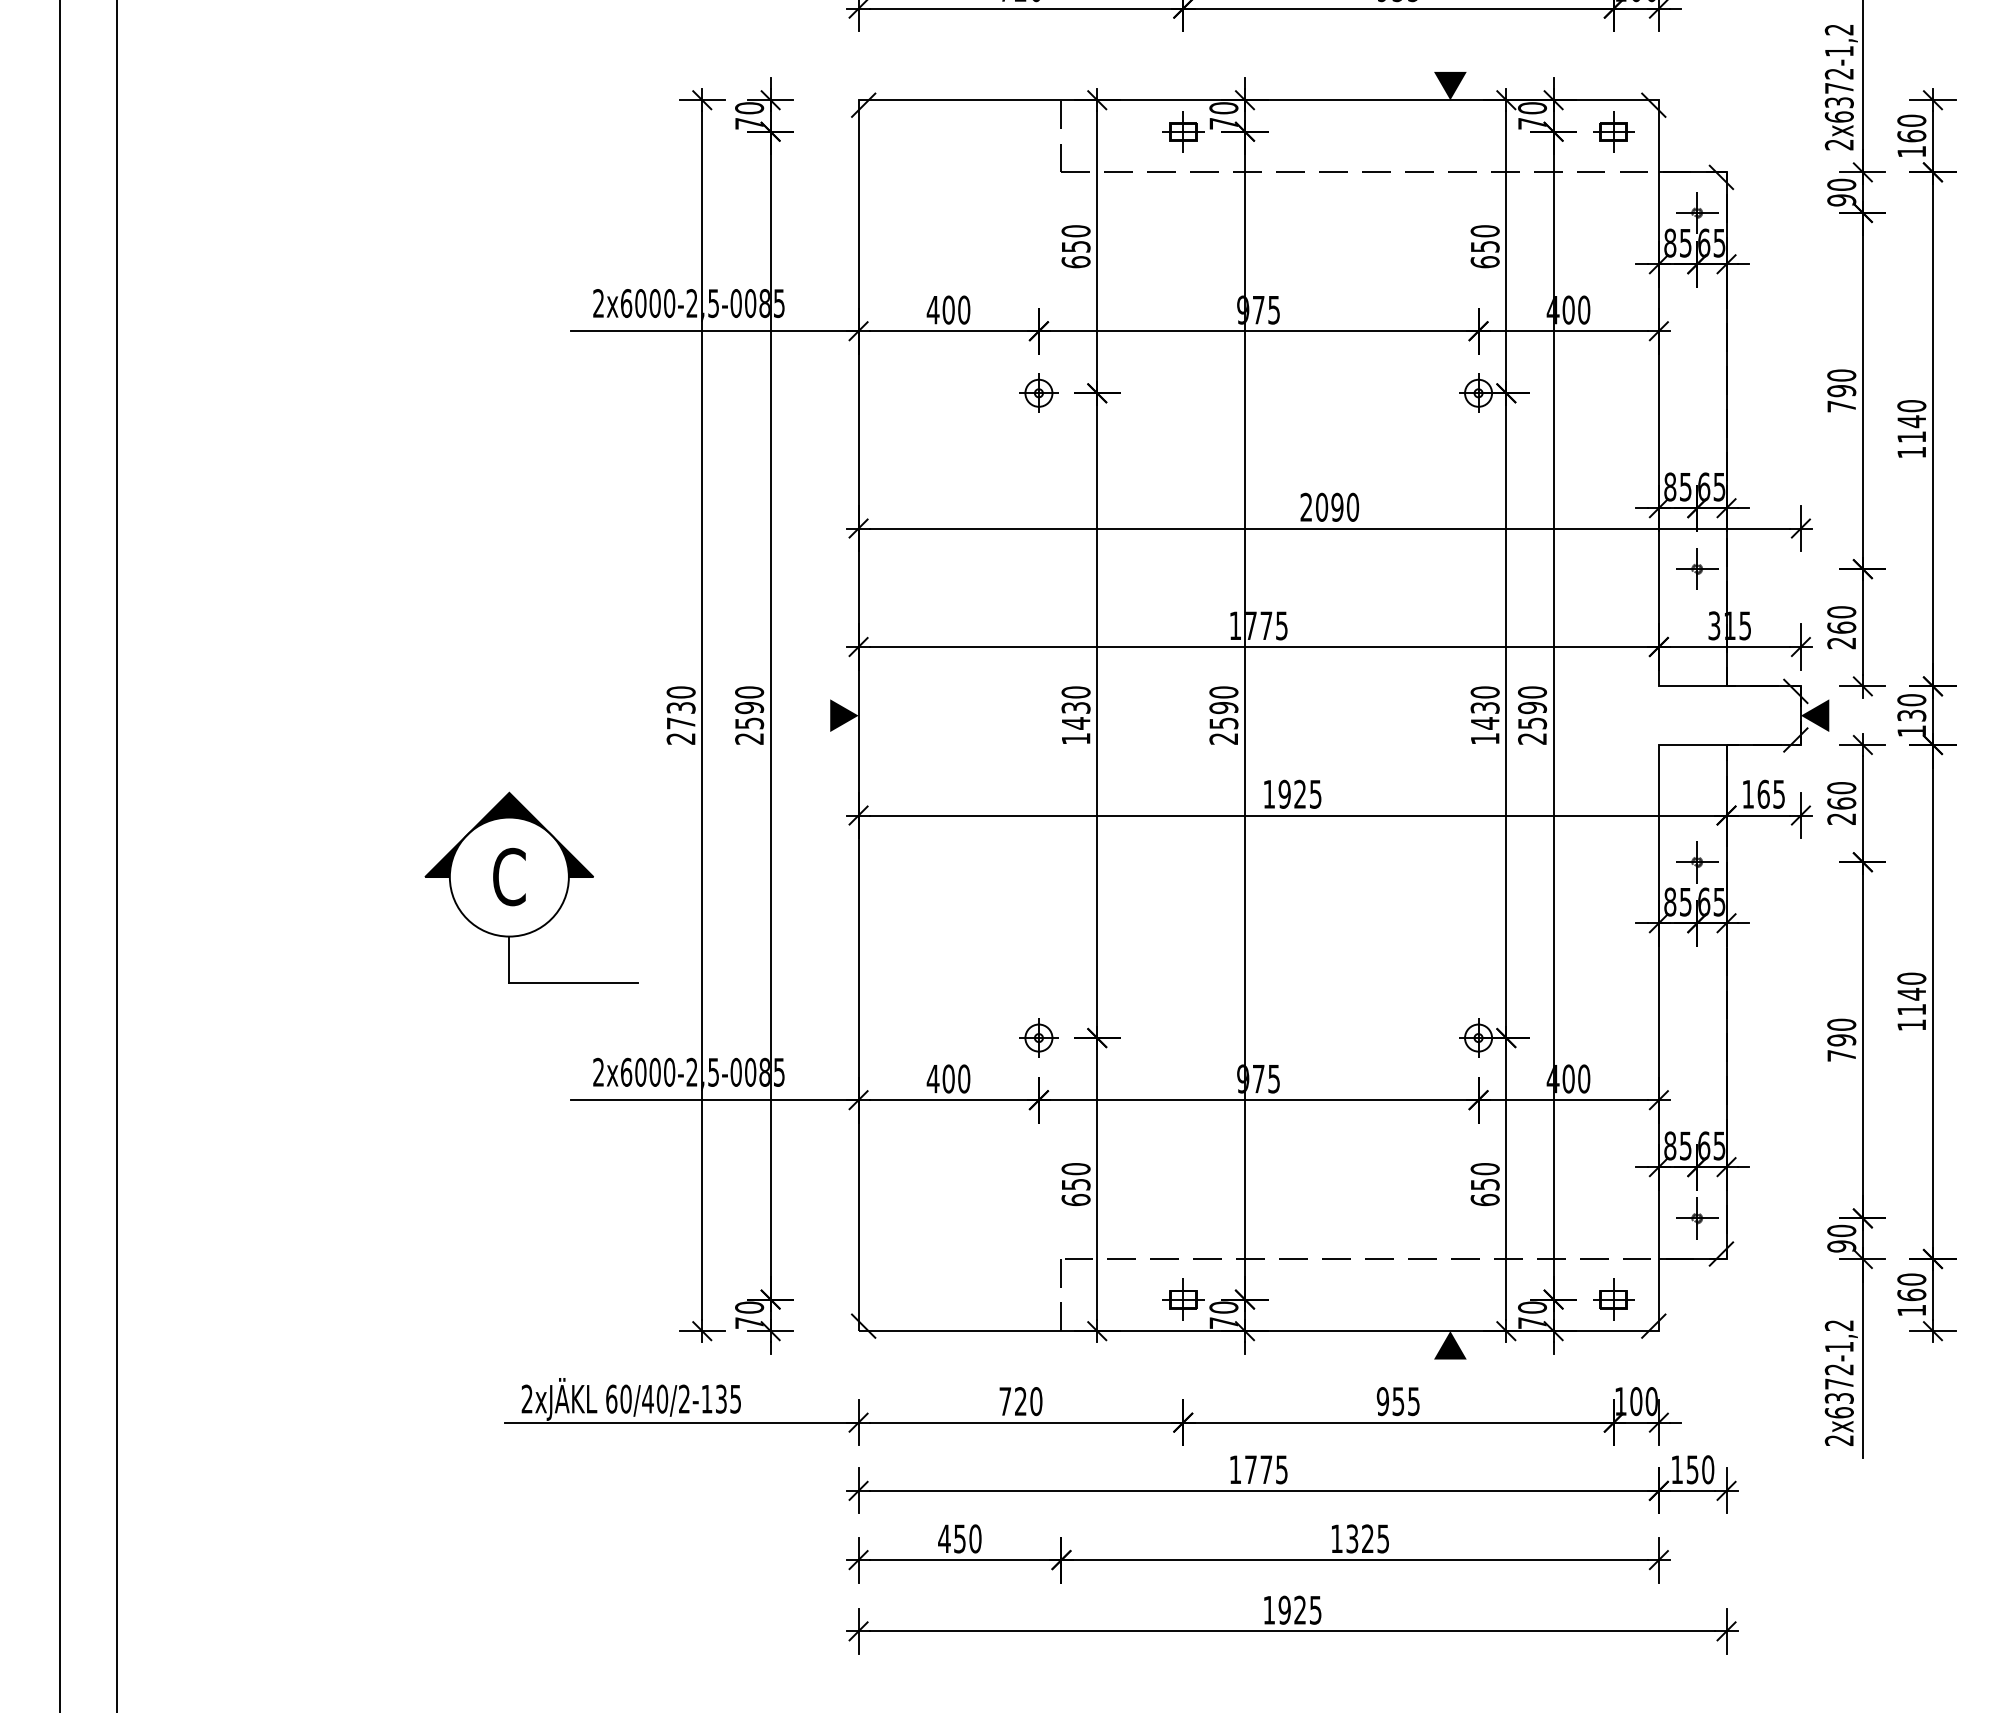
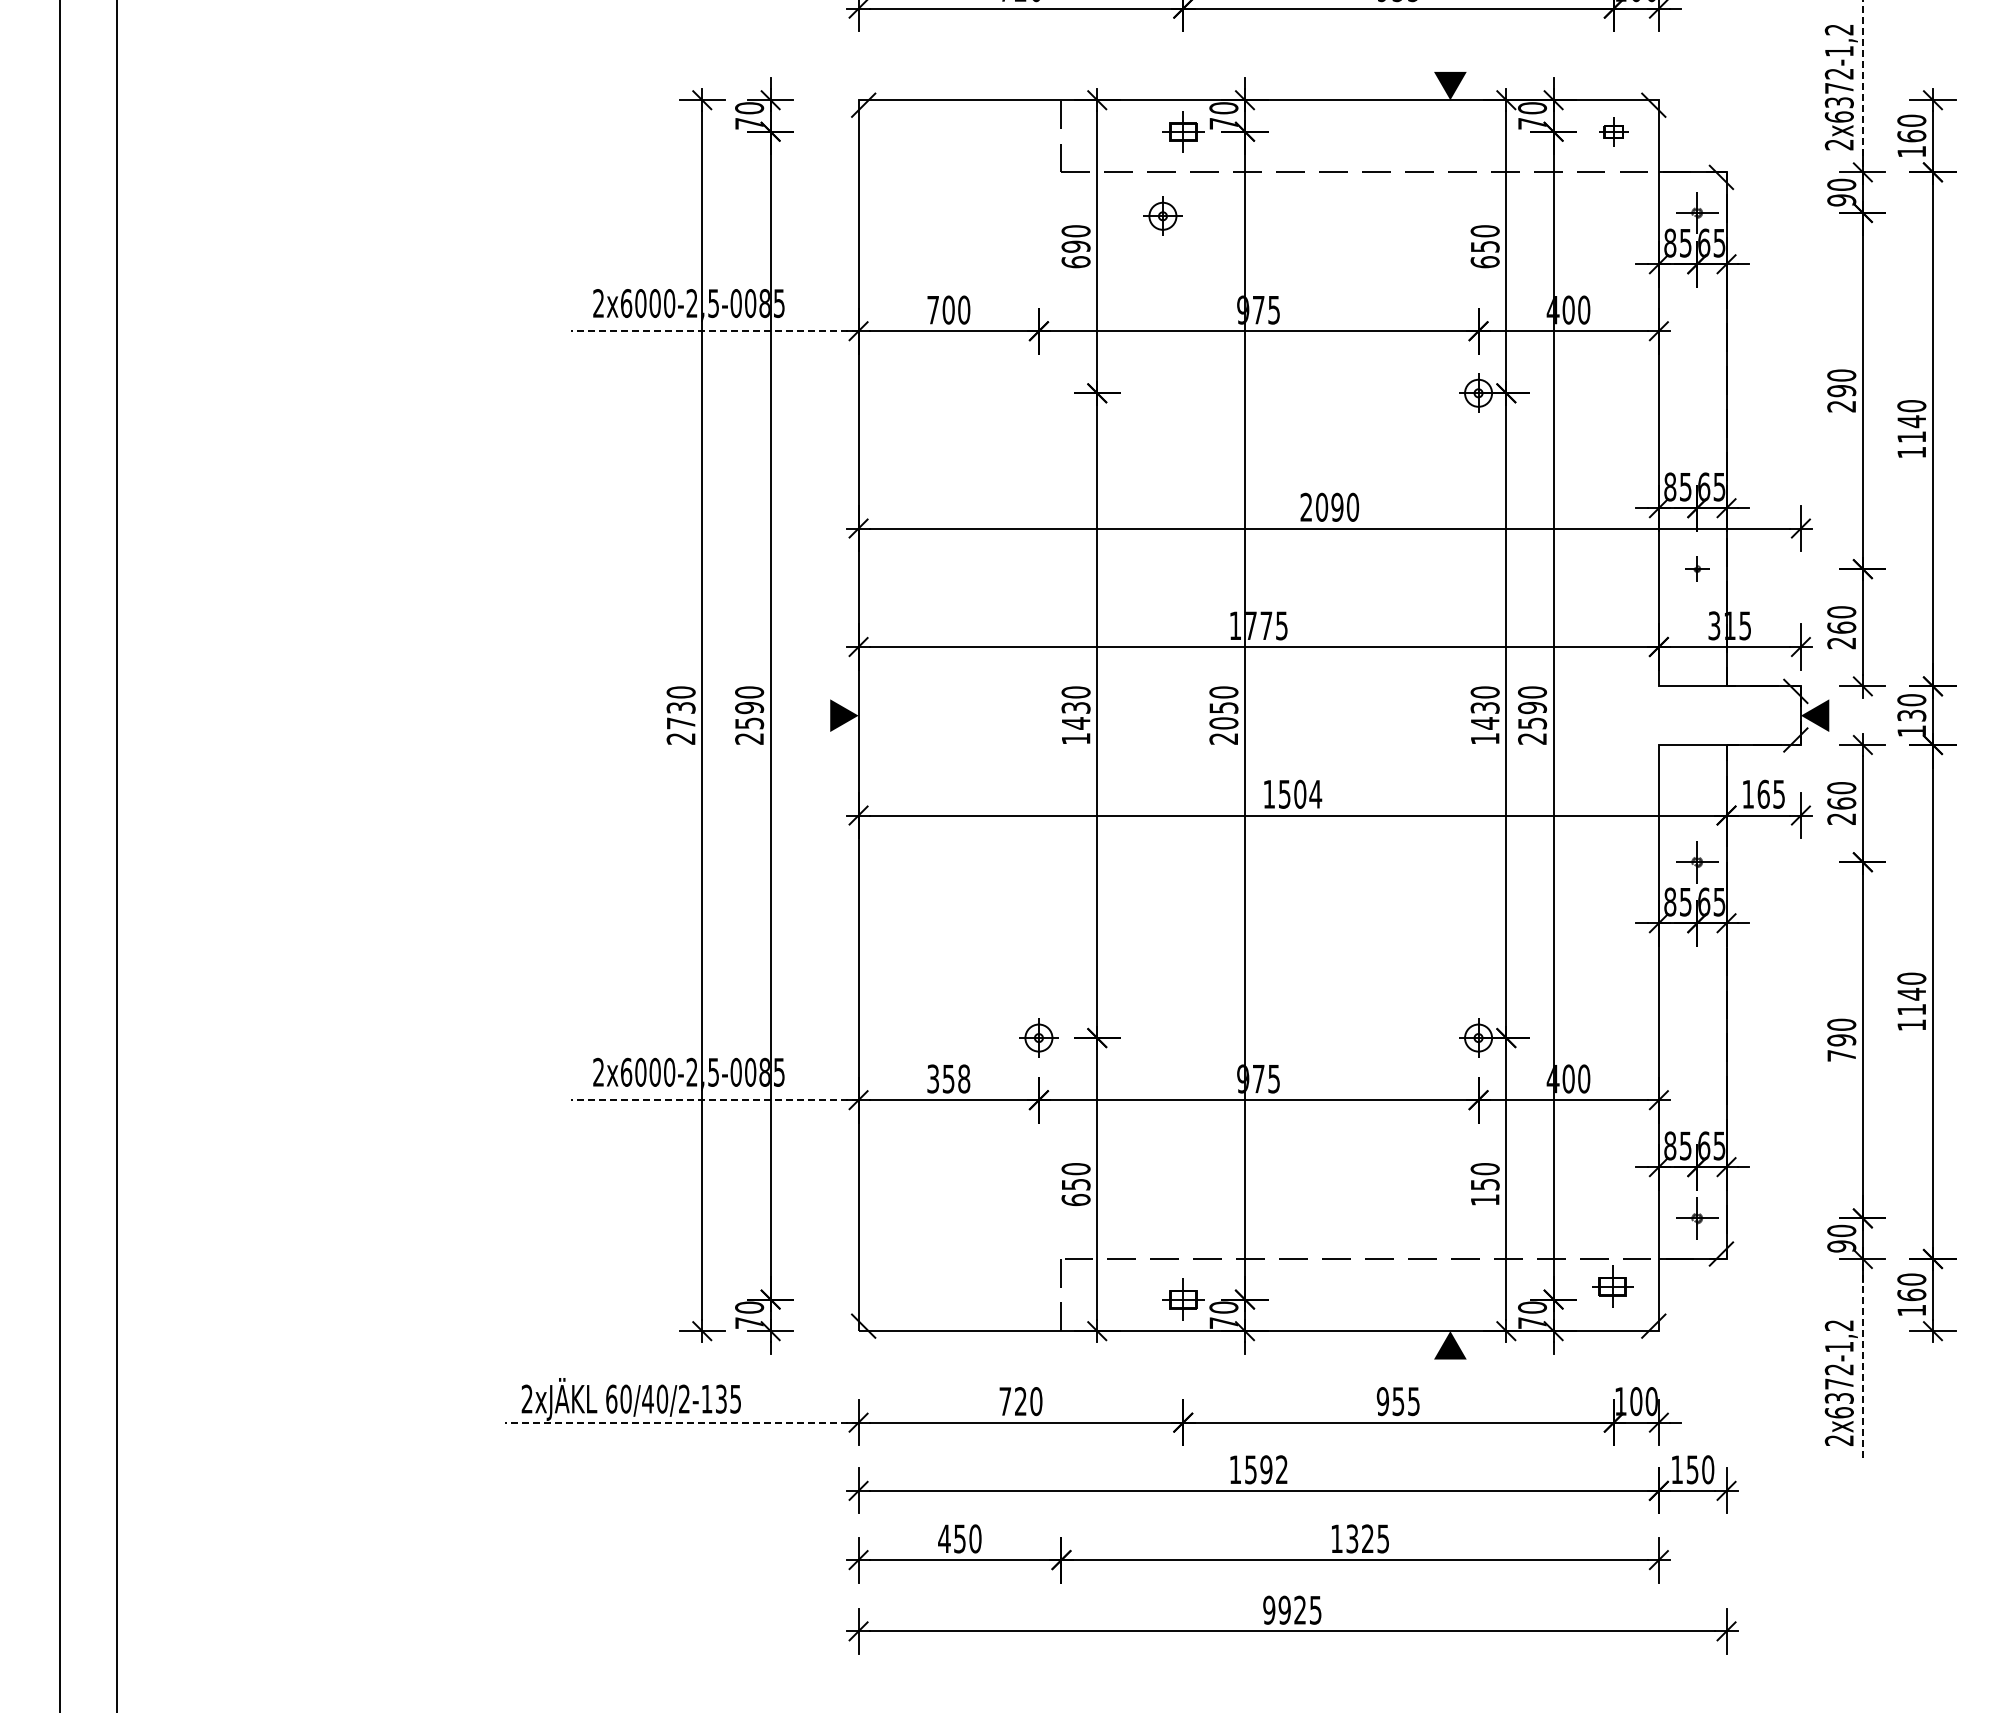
line at (1862, 86): solid -> dashed
part at (1613, 131) size: 42x42 px -> 30x30 px
text at (1075, 246): 650 -> 690
text at (932, 310): 400 -> 700
line at (714, 331): solid -> dashed
part at (1038, 392) position: (1038, 392) -> (1162, 215)
text at (1841, 406): 790 -> 290
part at (1697, 568) size: 43x42 px -> 25x26 px
text at (1223, 715): 2590 -> 2050
text at (1300, 793): 1925 -> 1504
part at (531, 887): present -> none
text at (948, 1078): 400 -> 358
line at (714, 1100): solid -> dashed
text at (1484, 1199): 650 -> 150
part at (1613, 1299) position: (1613, 1299) -> (1612, 1286)
line at (1862, 1358): solid -> dashed
line at (681, 1422): solid -> dashed
text at (1266, 1469): 1775 -> 1592
text at (1269, 1609): 1925 -> 9925
